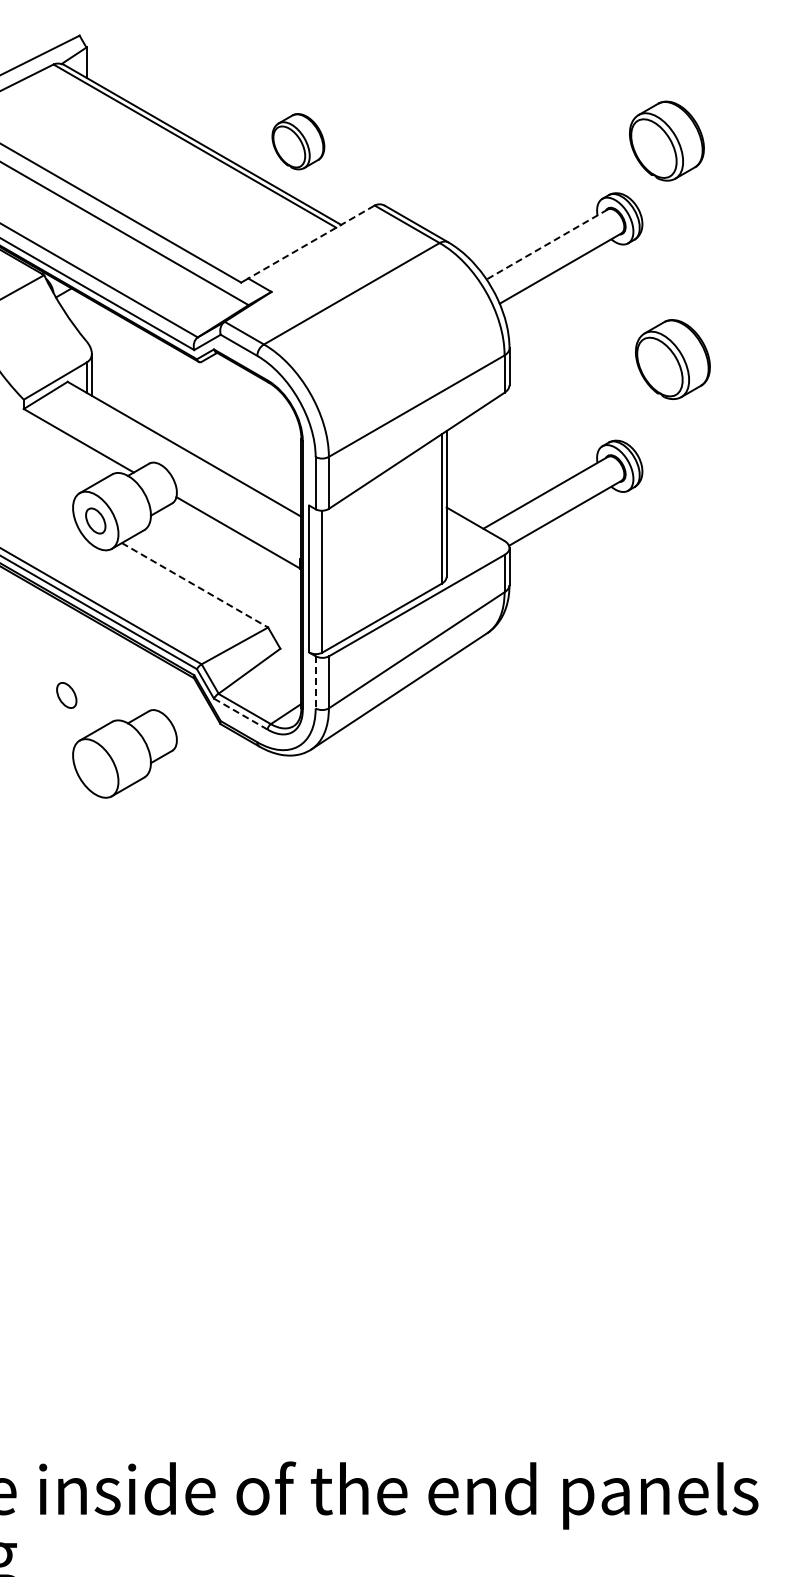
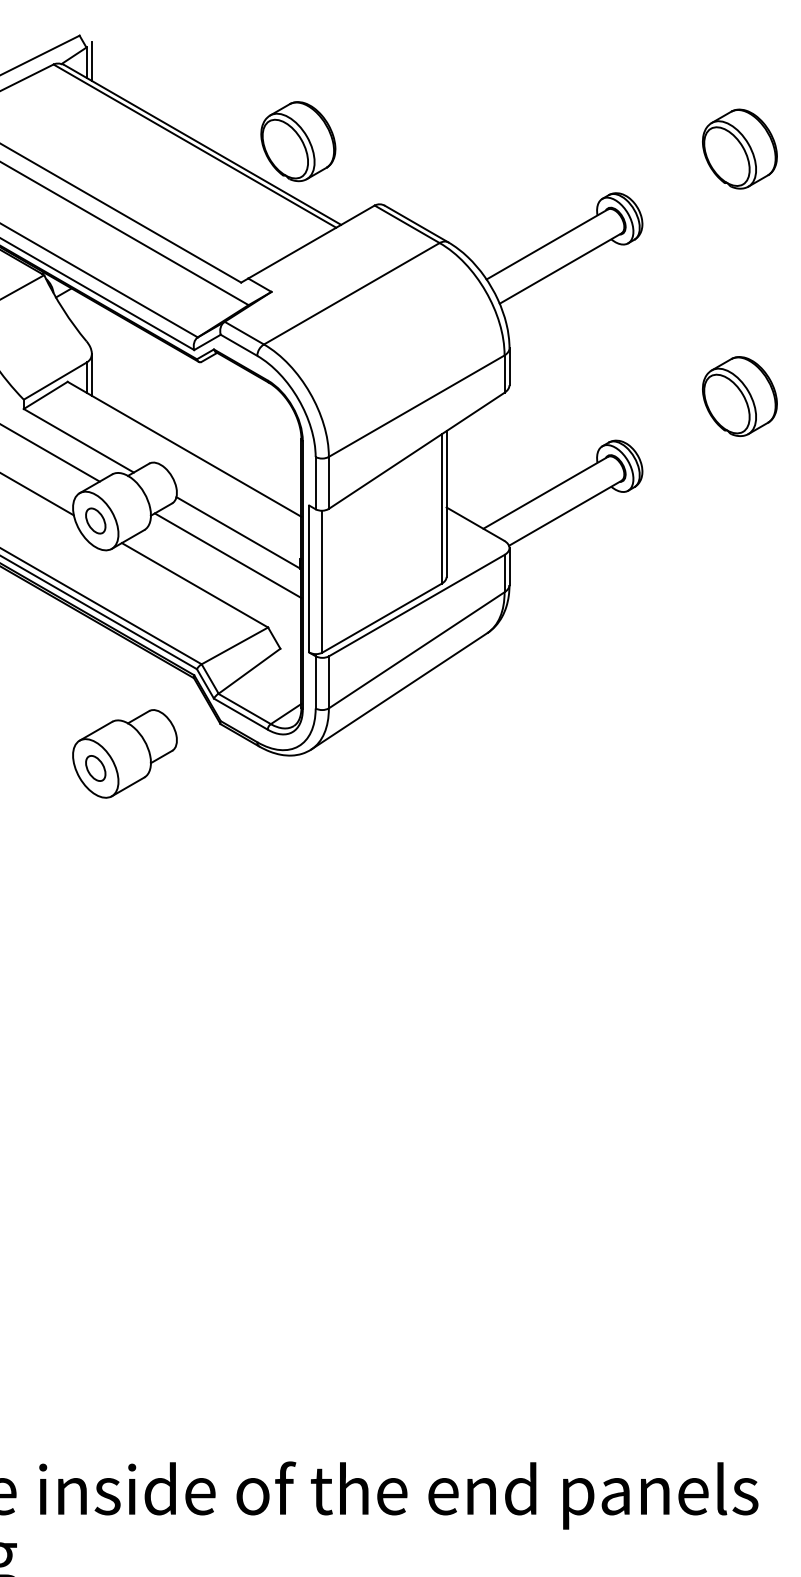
line at (91, 60): none -> present
part at (666, 140) position: (666, 140) -> (739, 148)
part at (298, 141) size: 55x58 px -> 77x82 px
line at (311, 242): dashed -> solid
line at (547, 244): dashed -> solid
part at (672, 359) position: (672, 359) -> (739, 396)
line at (50, 453): none -> present
line at (37, 494): none -> present
line at (227, 555): none -> present
line at (195, 585): dashed -> solid
line at (315, 682): dashed -> solid
part at (66, 695) position: (66, 695) -> (95, 768)
line at (241, 714): dashed -> solid
